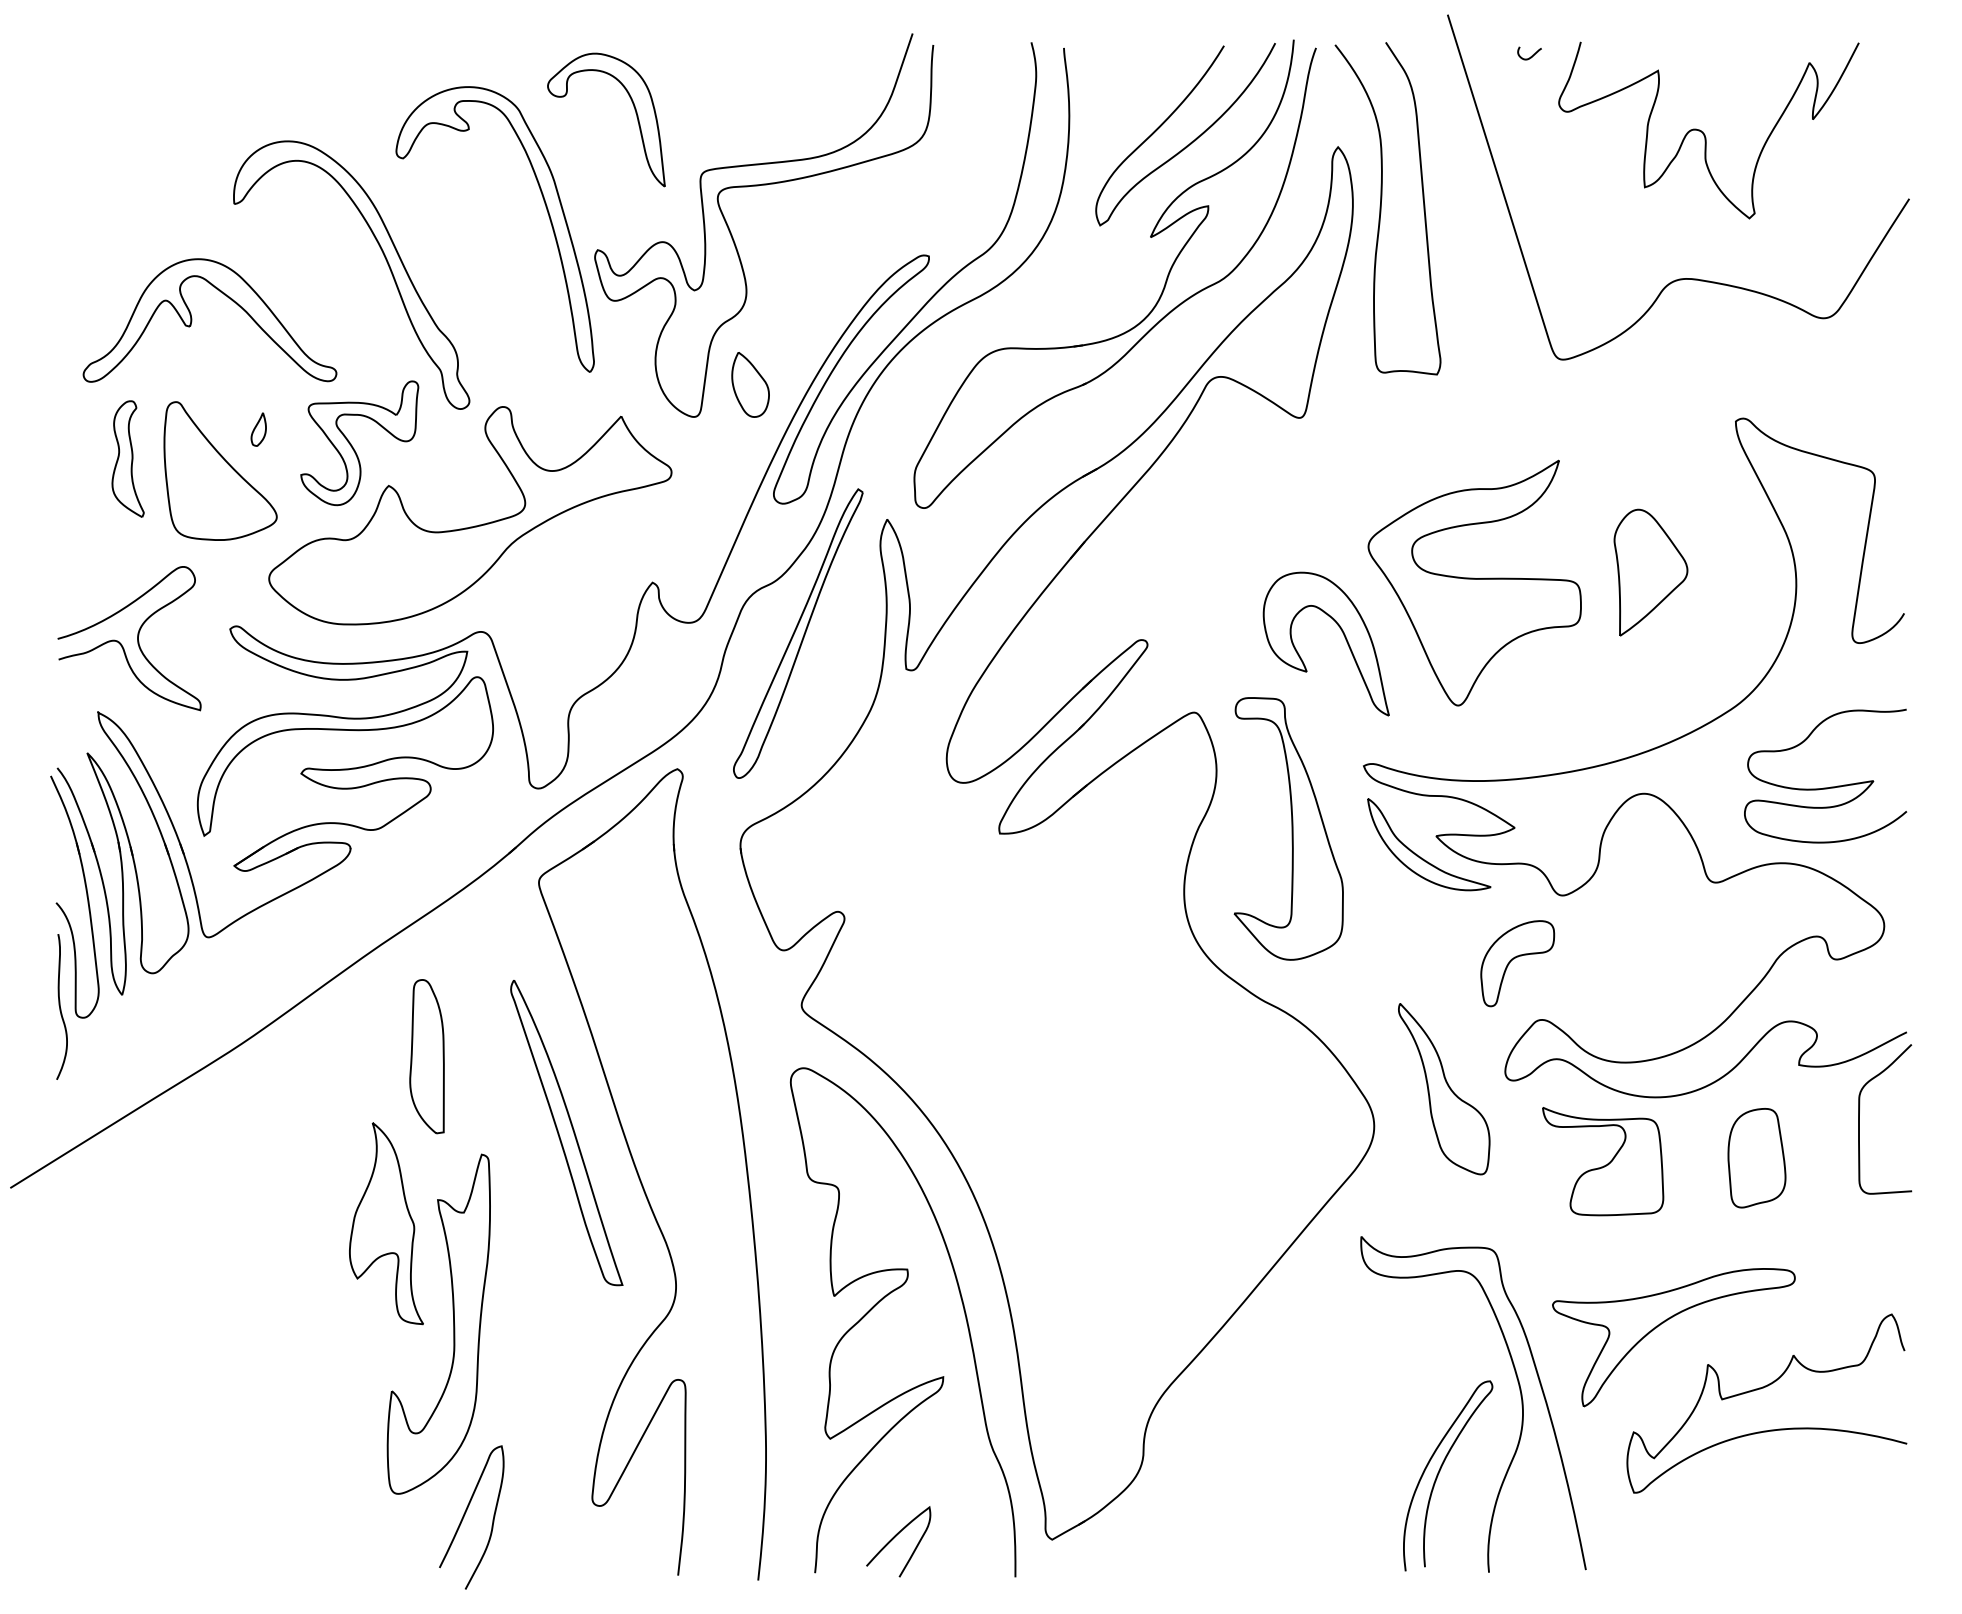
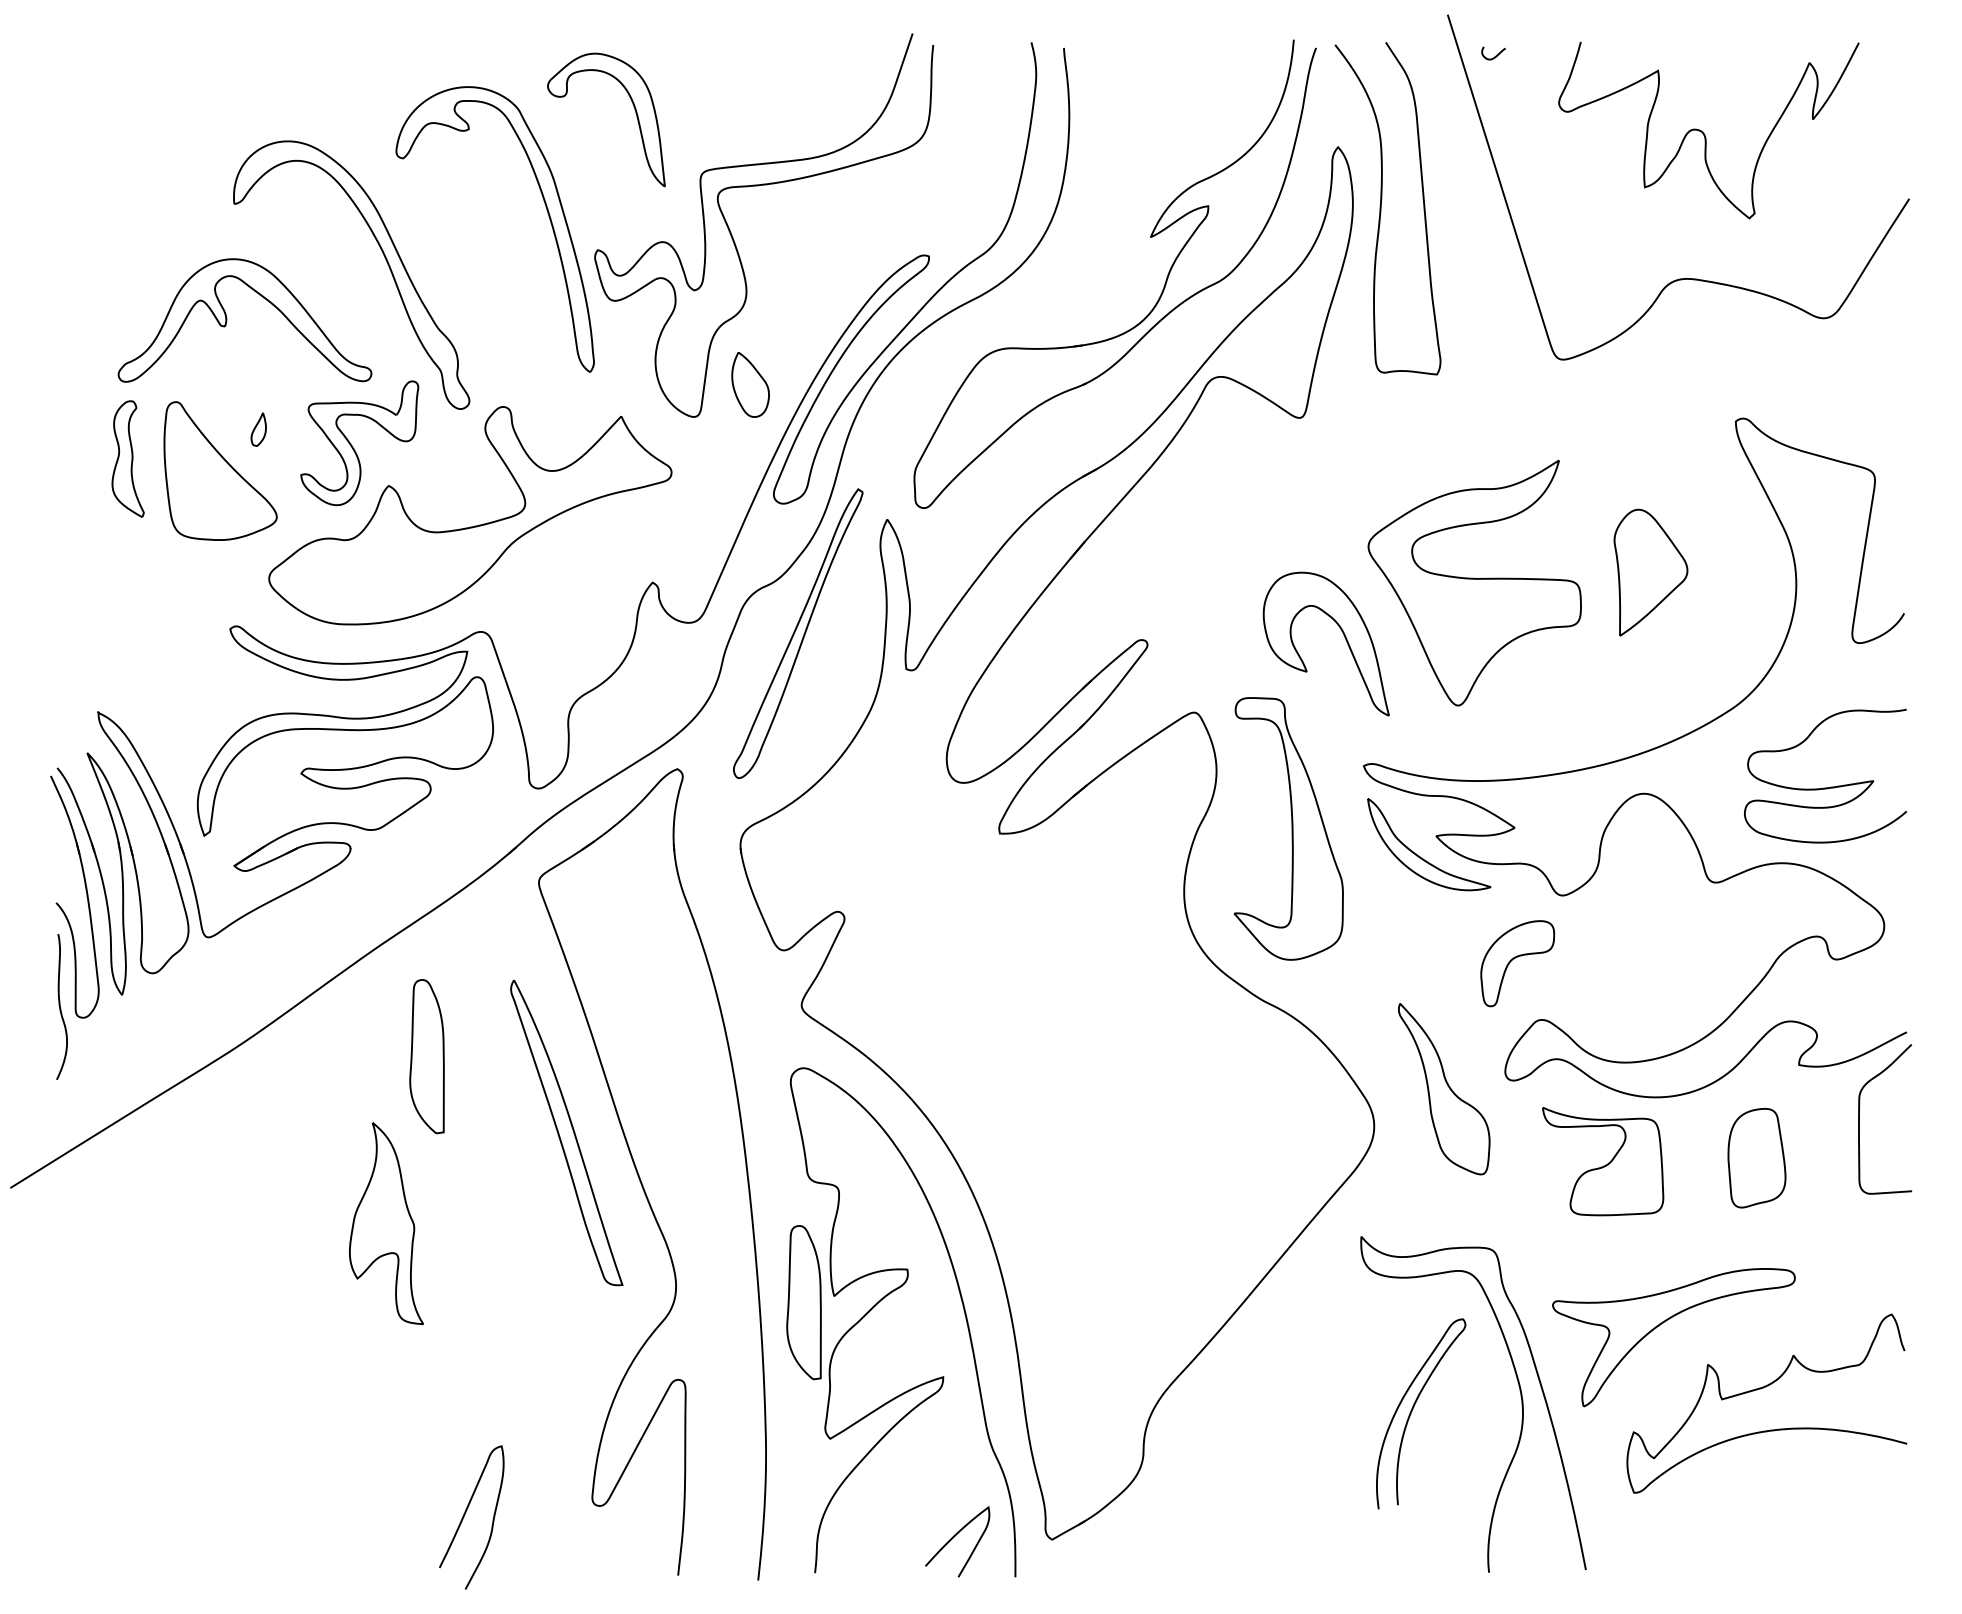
curve at (1531, 55) position: (1531, 55) -> (1495, 55)
curve at (1191, 141): present -> none
part at (192, 320) position: (192, 320) -> (227, 320)
curve at (137, 638): present -> none
part at (803, 1302): none -> present
part at (453, 1323): present -> none
curve at (1440, 1471) position: (1440, 1471) -> (1413, 1409)
curve at (895, 1537) position: (895, 1537) -> (954, 1537)
